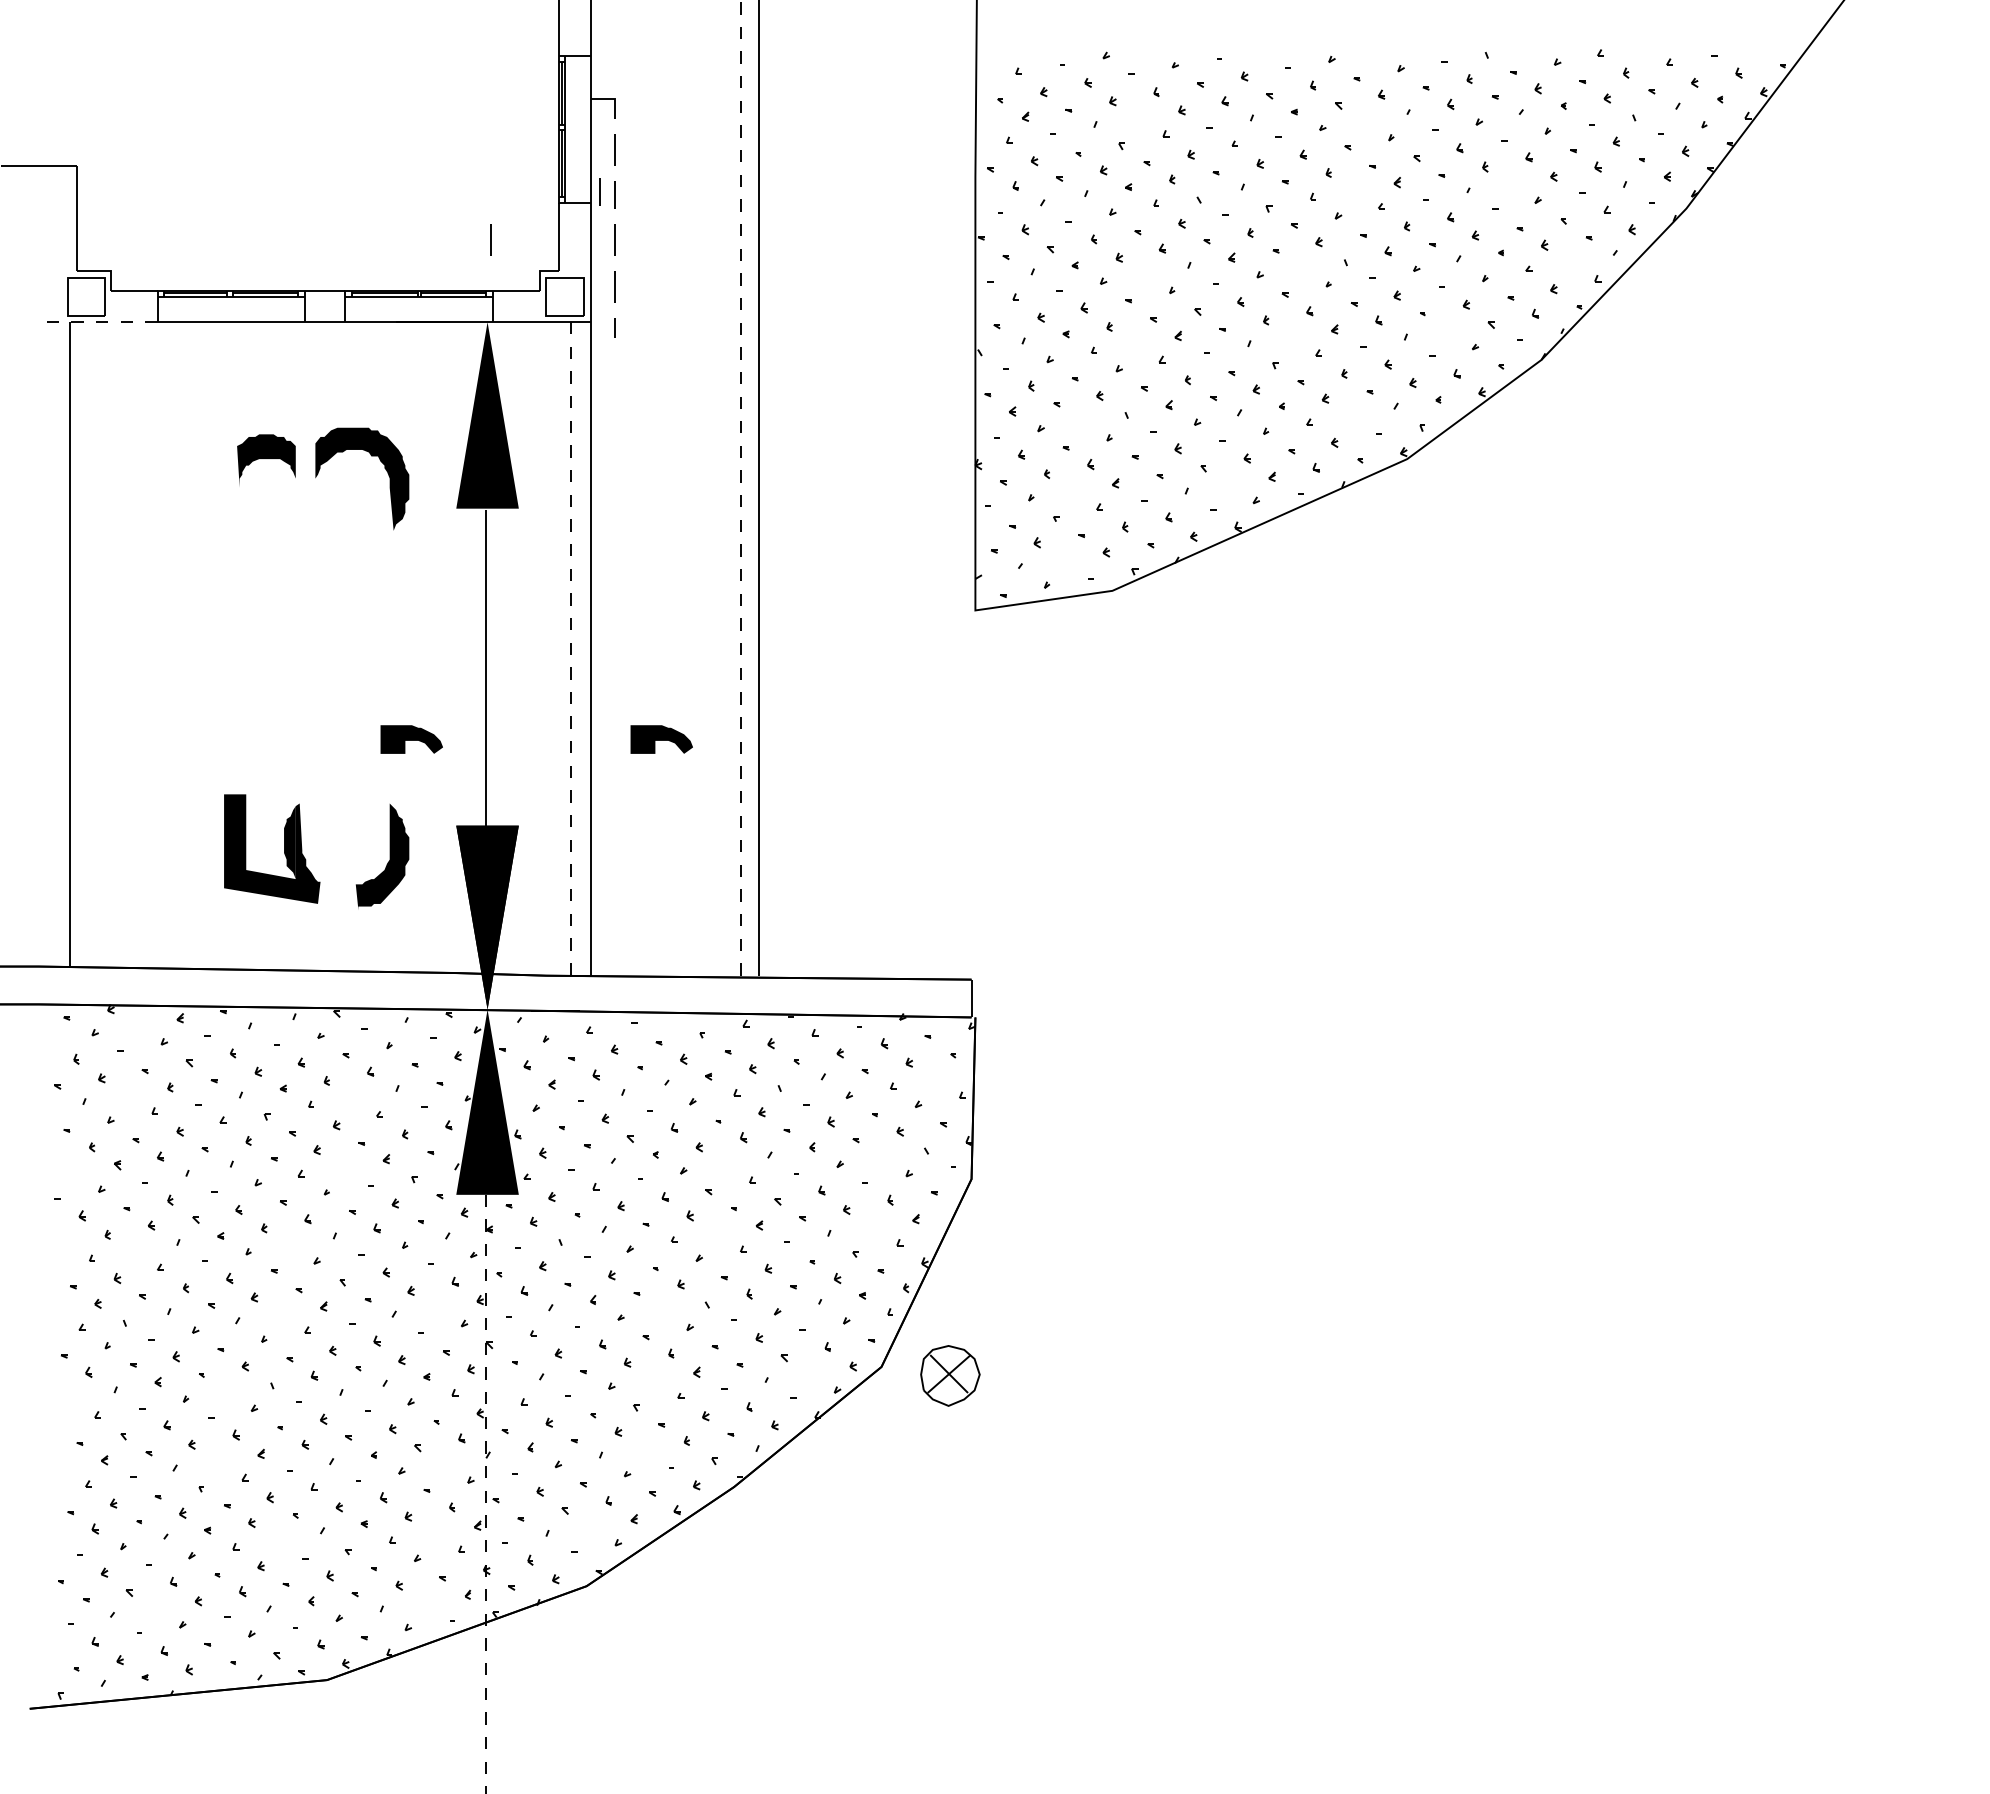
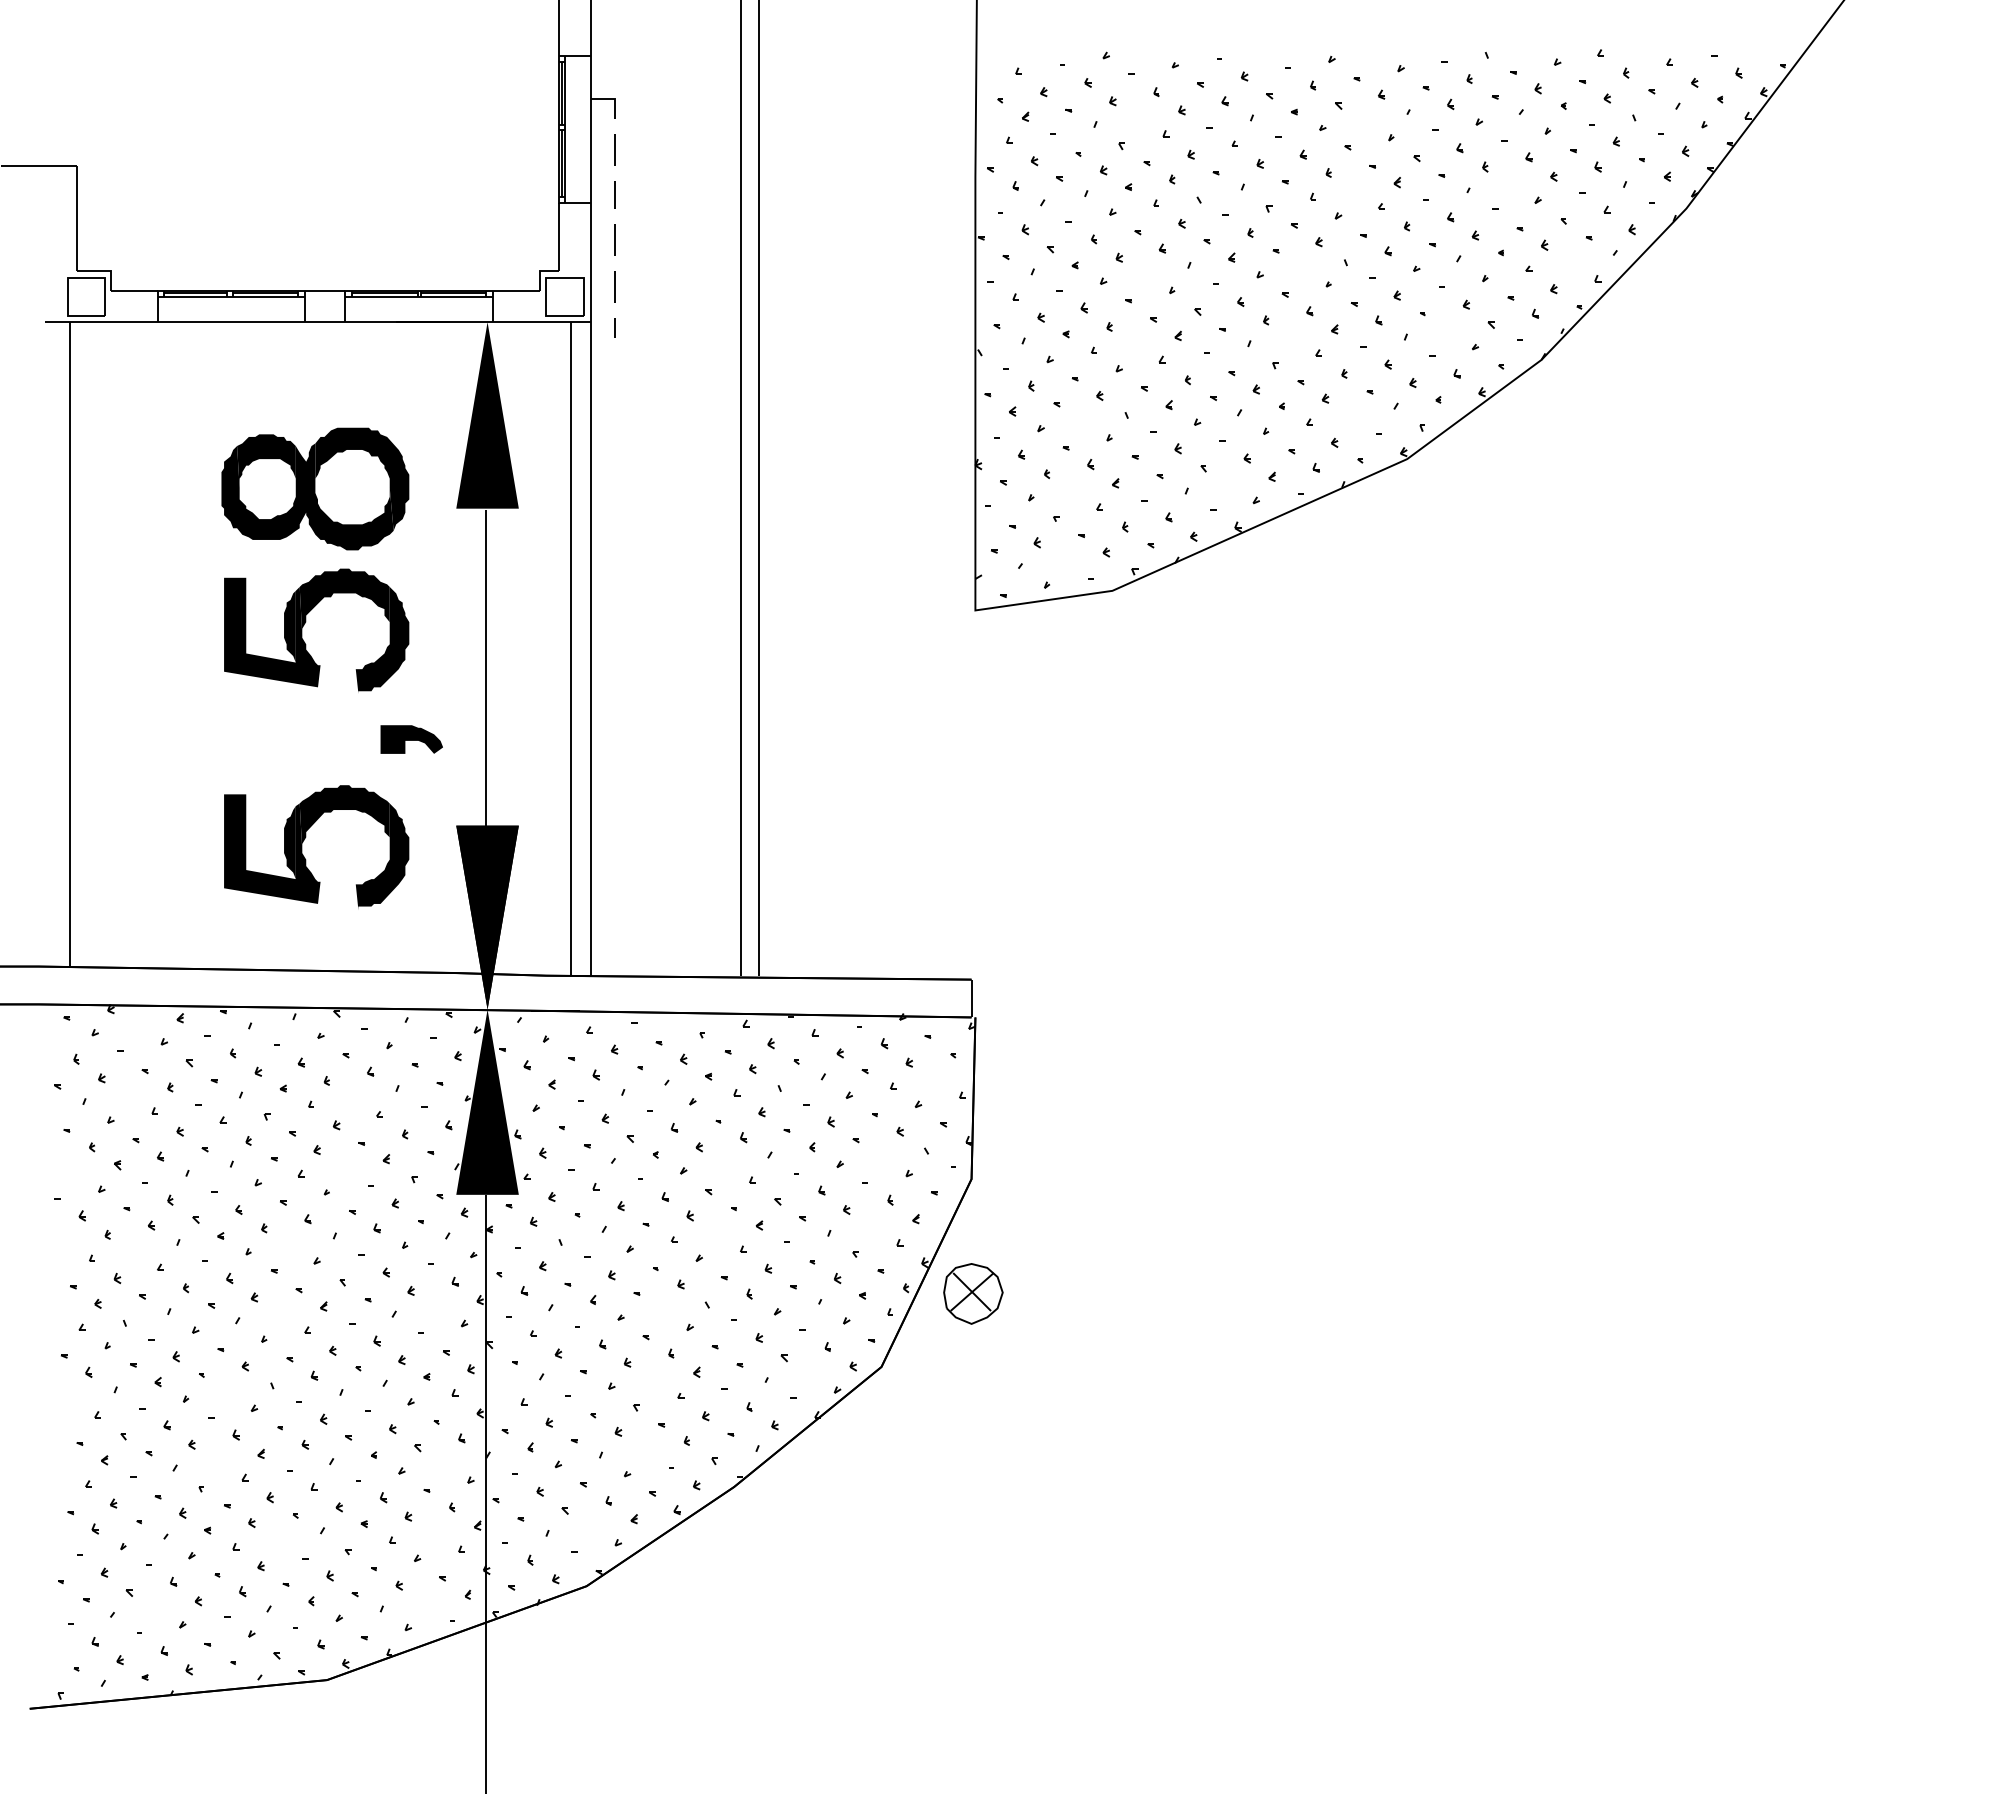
line at (599, 191): present -> none
line at (490, 239): present -> none
line at (100, 322): dashed -> solid
line at (740, 487): dashed -> solid
fill at (307, 496): none -> present
part at (304, 625): none -> present
line at (571, 648): dashed -> solid
part at (661, 739): present -> none
fill at (344, 817): none -> present
part at (950, 1375) position: (950, 1375) -> (973, 1293)
line at (486, 1494): dashed -> solid
